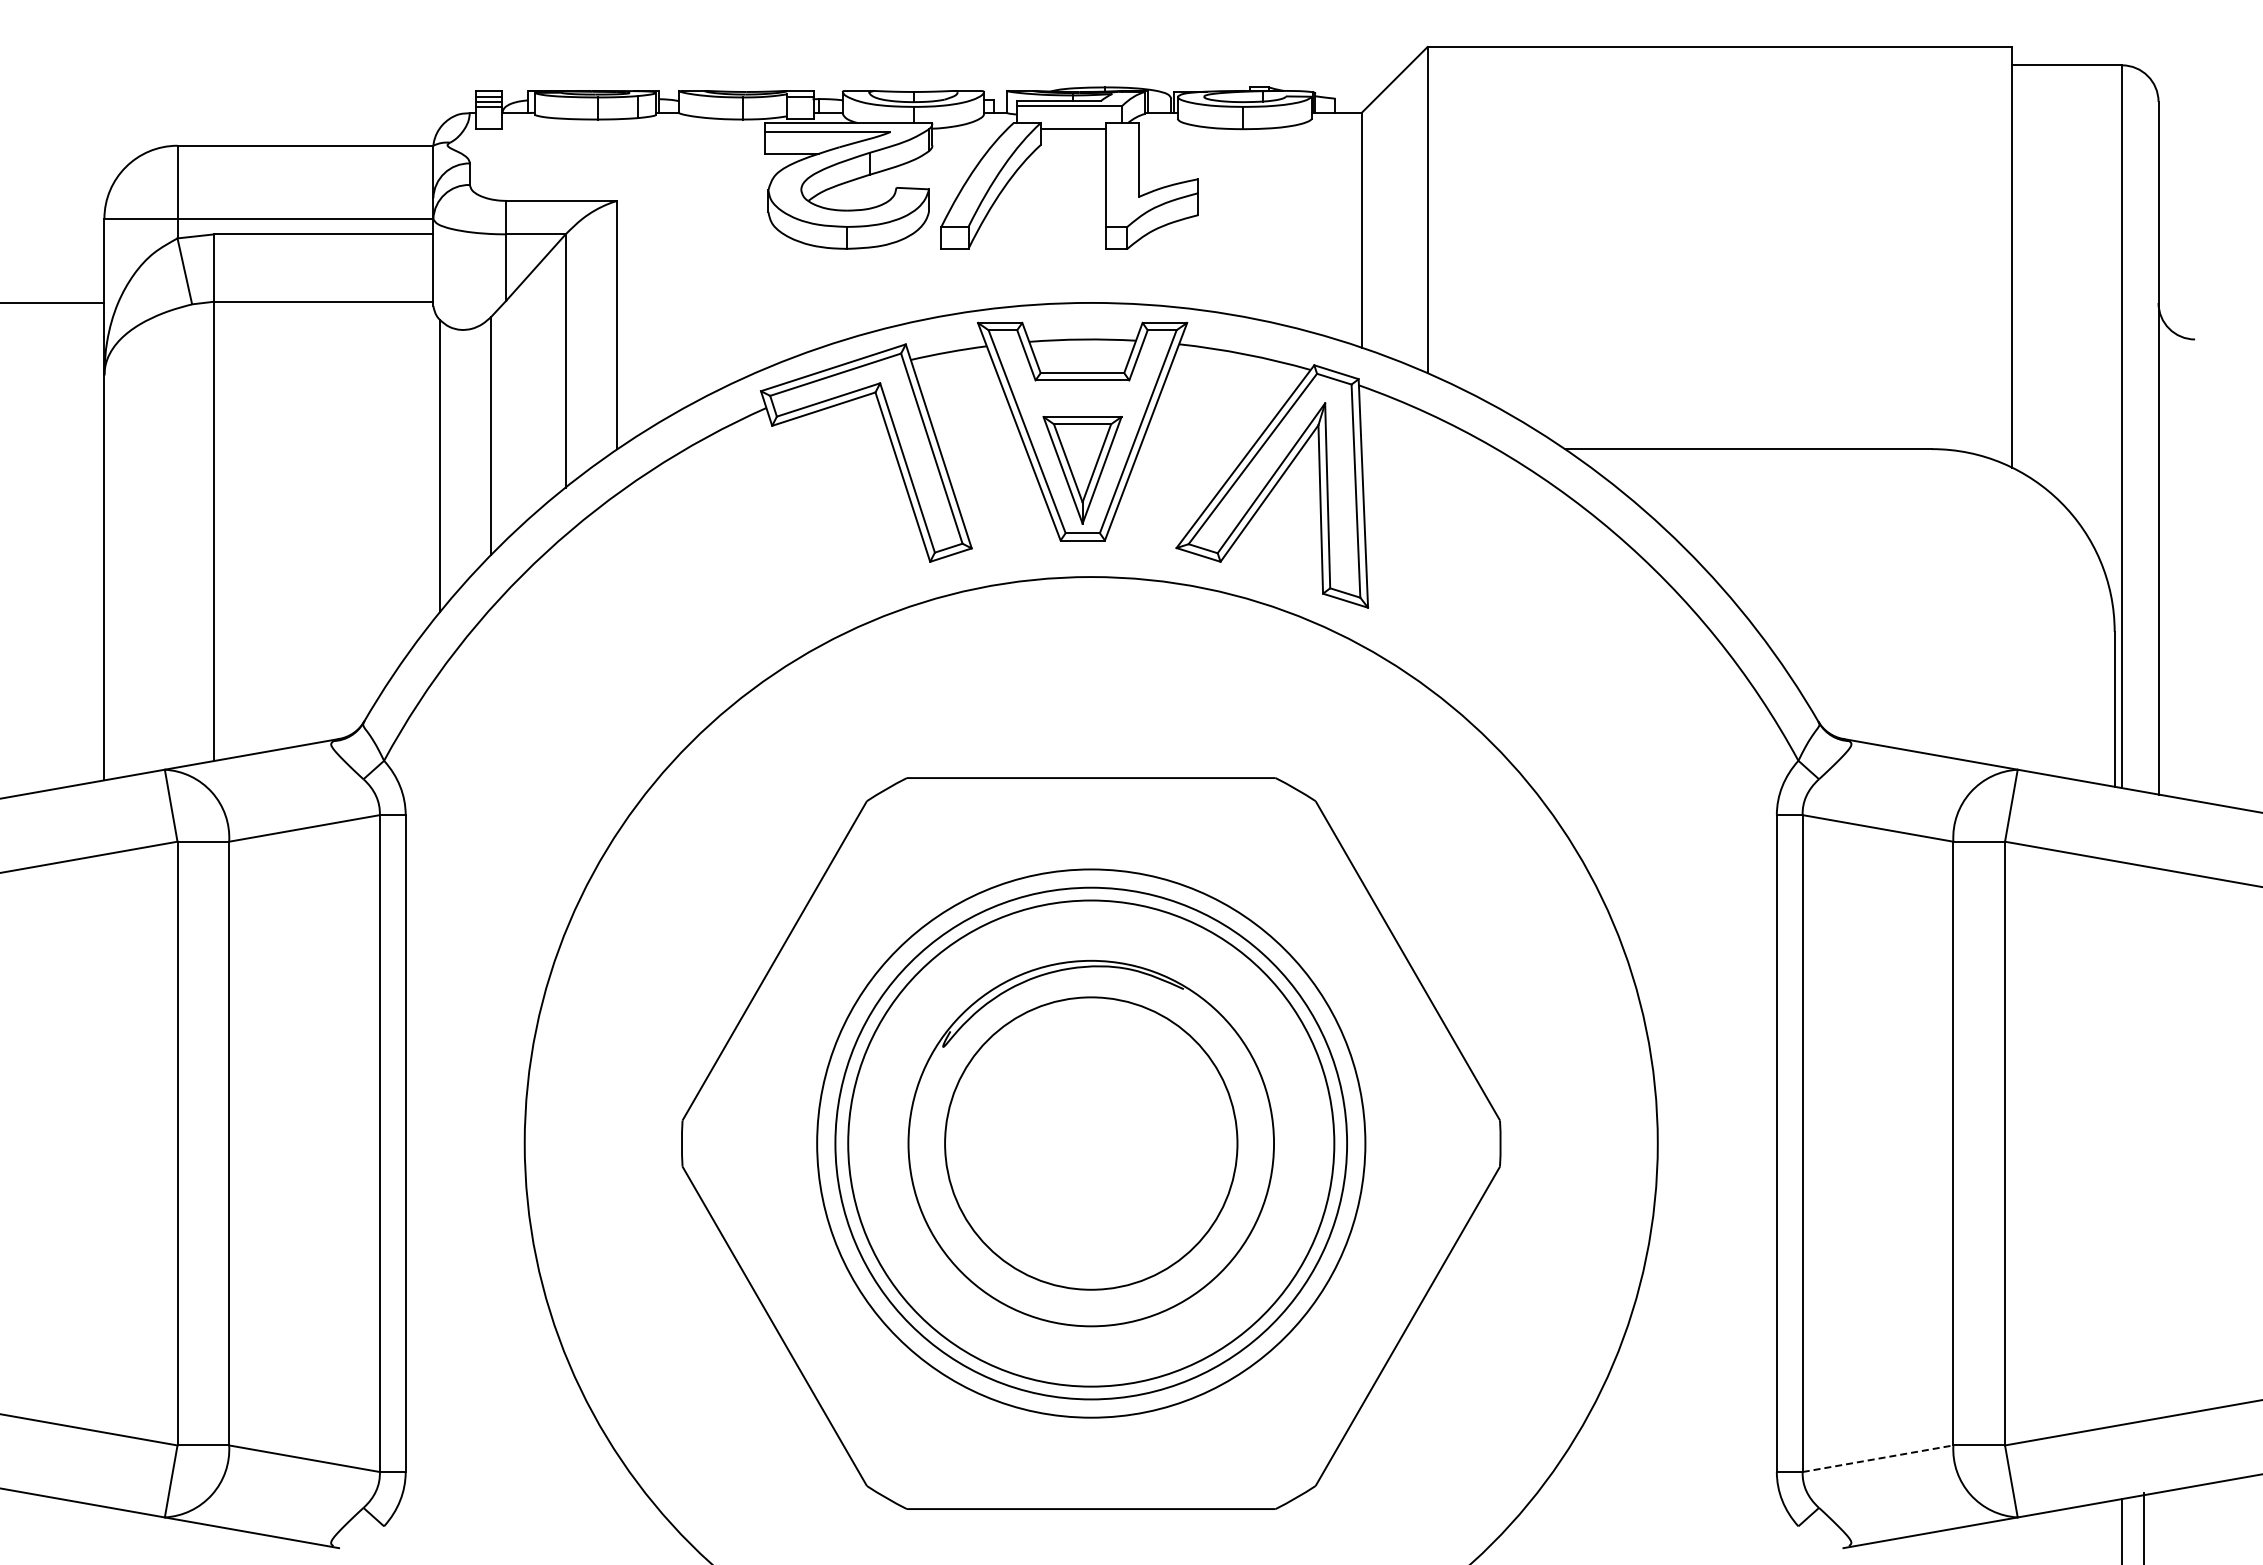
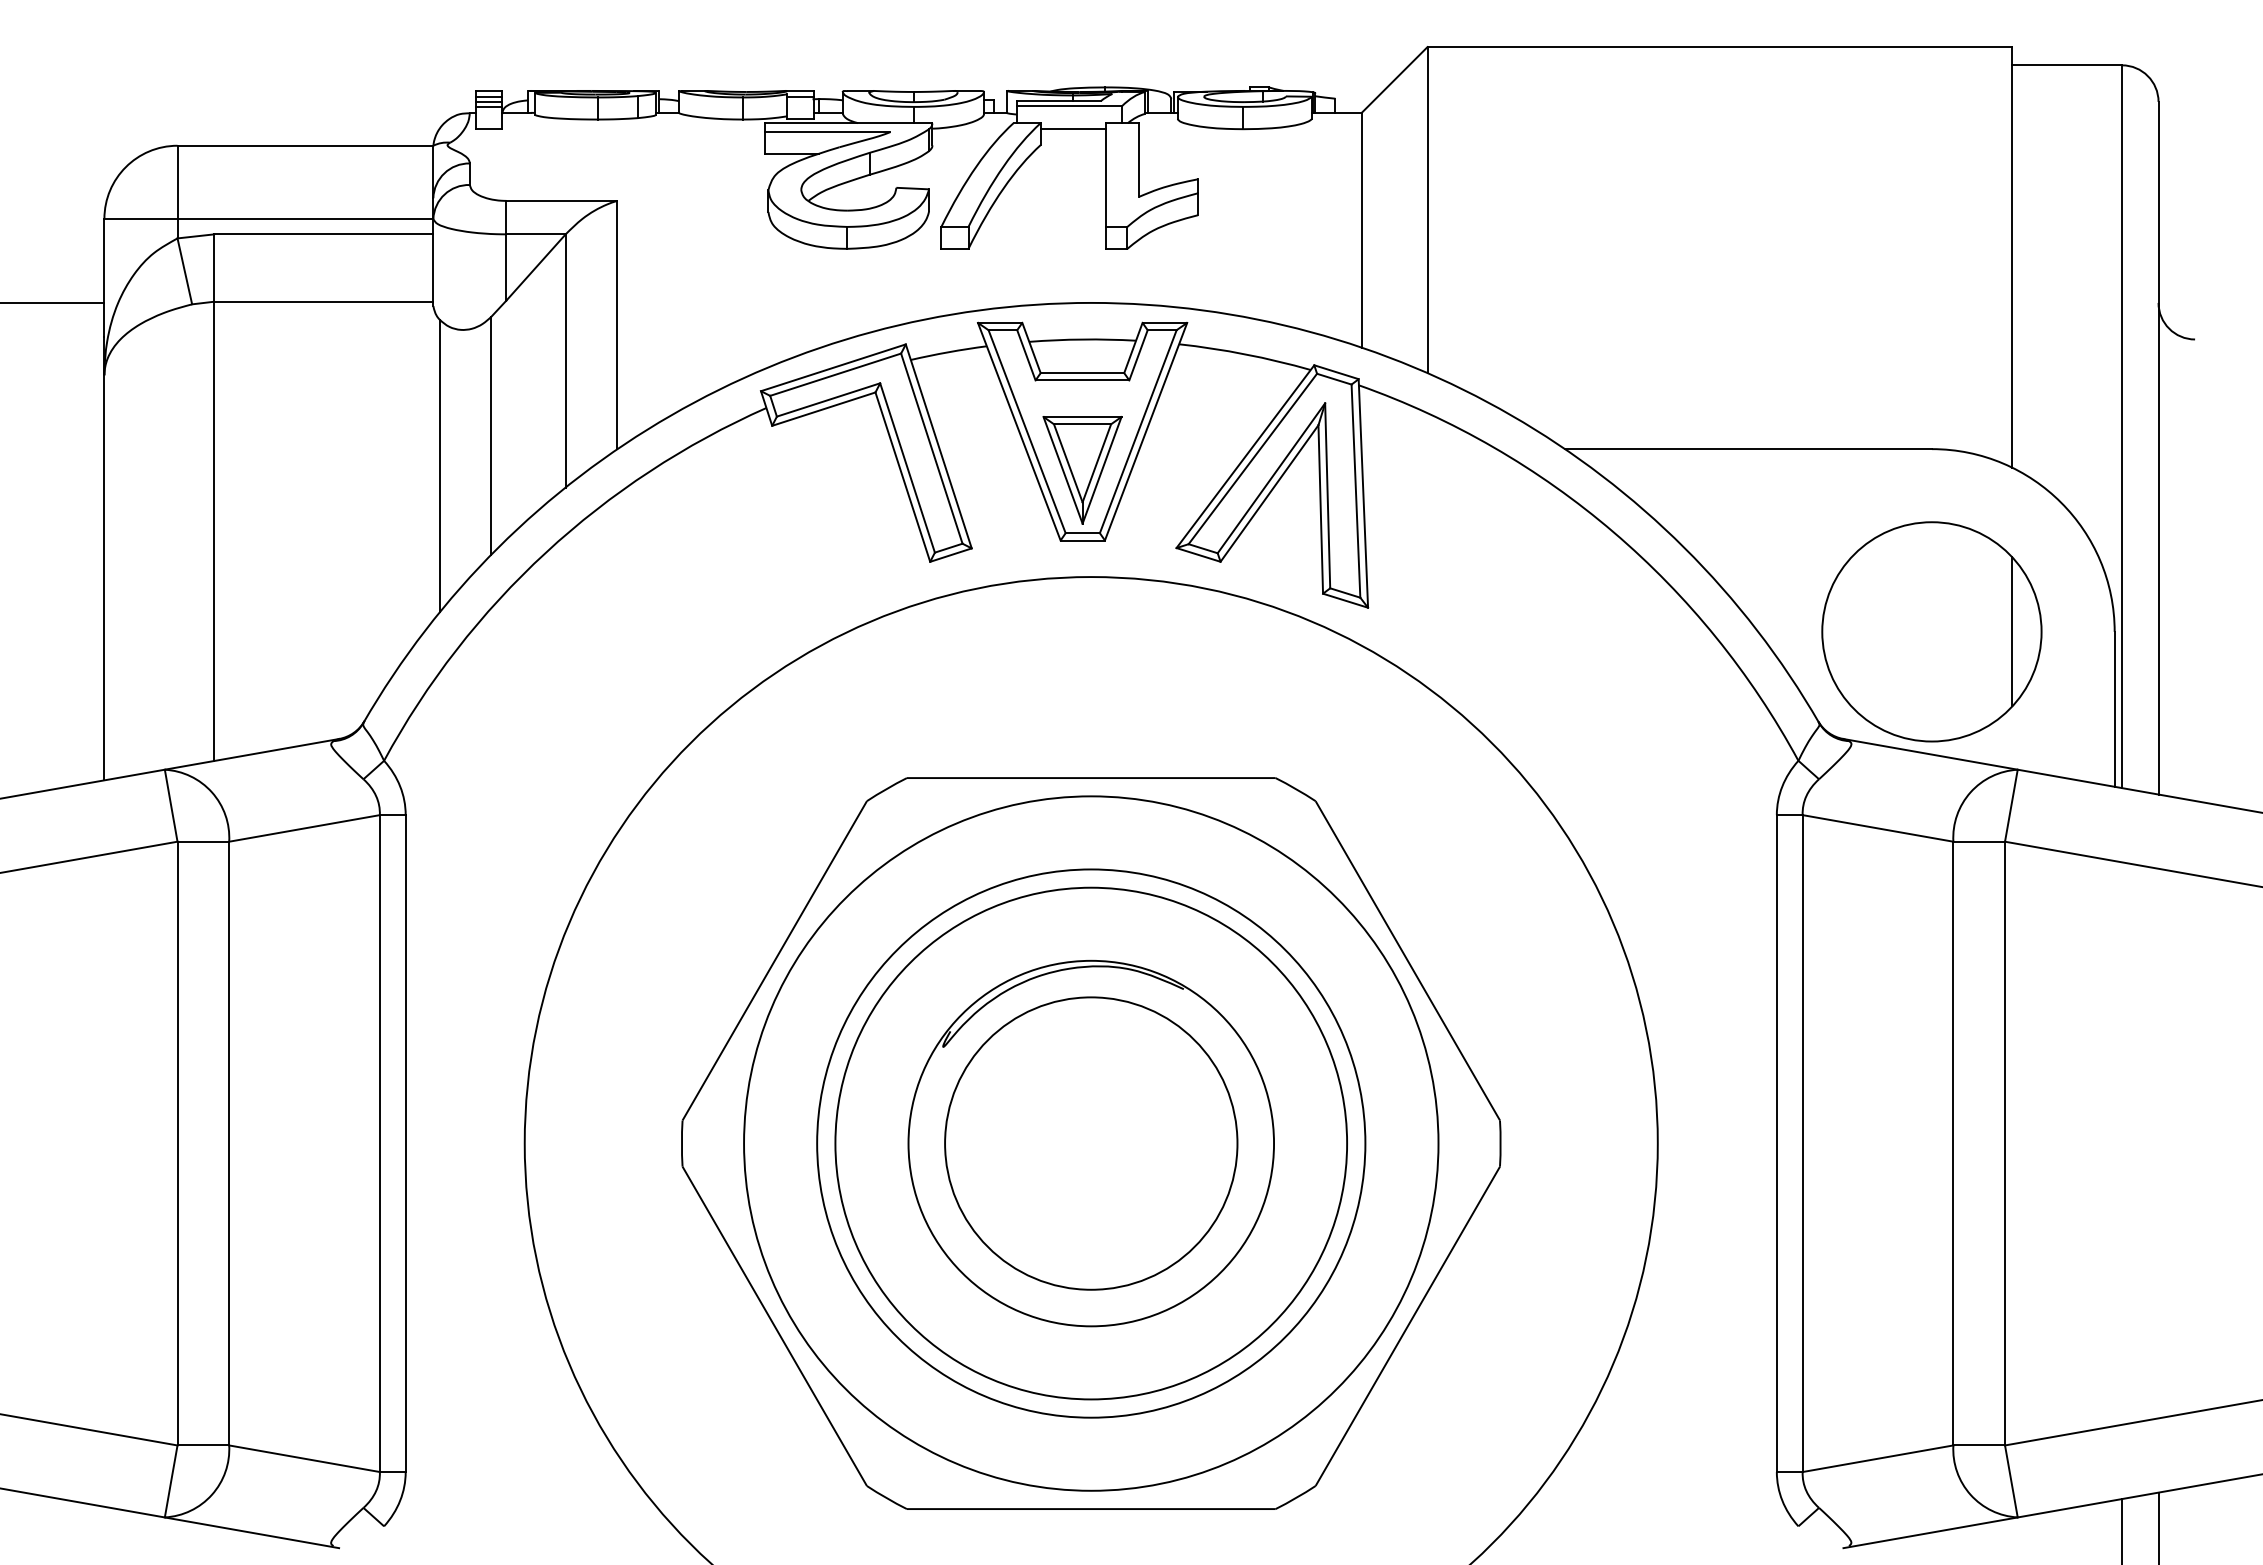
part at (1931, 631): none -> present
circle at (1091, 1143) diameter: 486 px -> 694 px
line at (1878, 1458): dashed -> solid
line at (2143, 1526) position: (2143, 1526) -> (2158, 1526)
